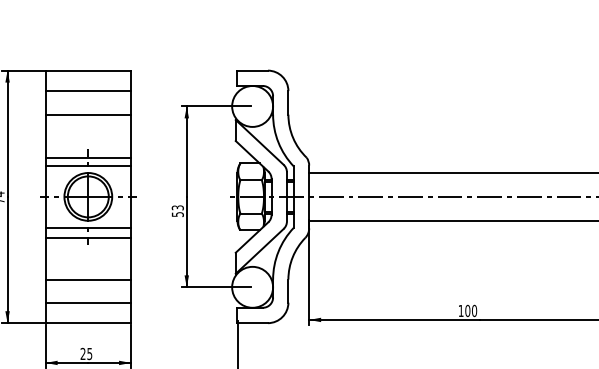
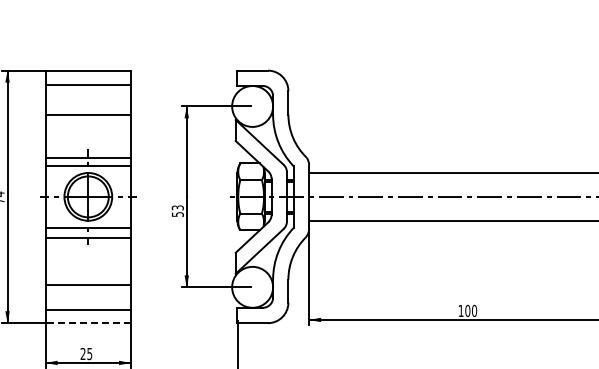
line at (87, 91) position: (87, 91) -> (87, 85)
line at (87, 279) position: (87, 279) -> (87, 284)
line at (87, 302) position: (87, 302) -> (87, 309)
line at (88, 323): solid -> dashed
